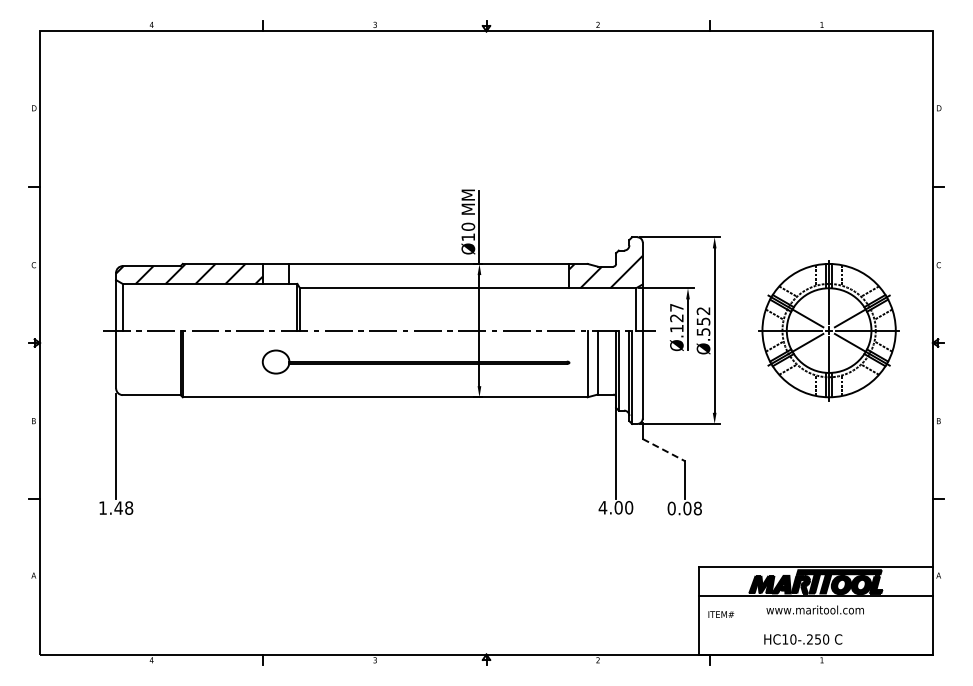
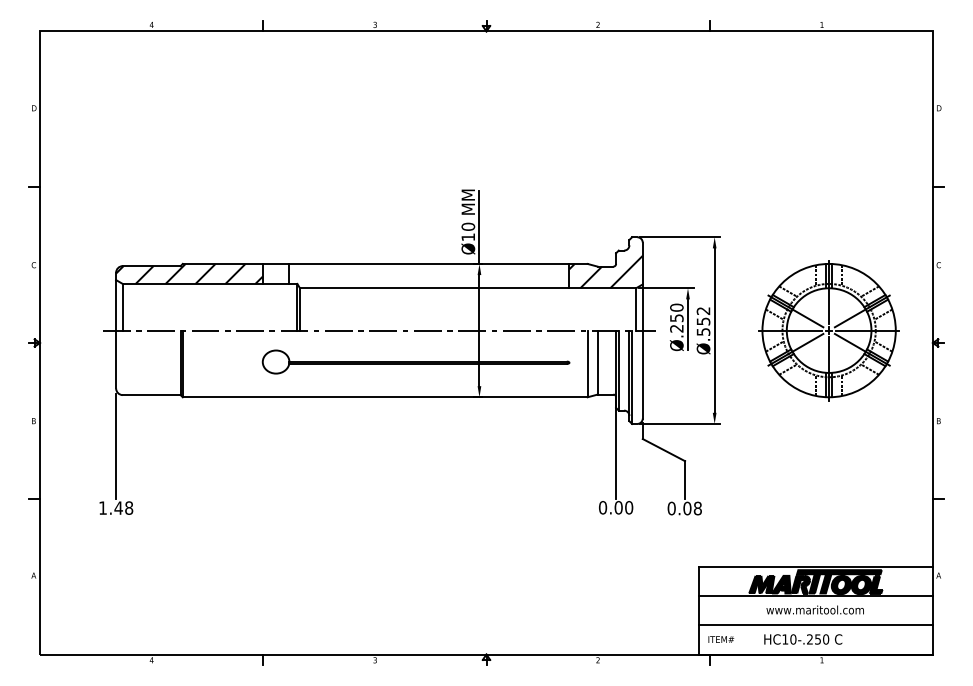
text at (676, 317): Ø.127 -> Ø.250
line at (663, 450): dashed -> solid
text at (602, 507): 4.00 -> 0.00
text at (721, 614) position: (721, 614) -> (721, 639)
line at (815, 625): none -> present
